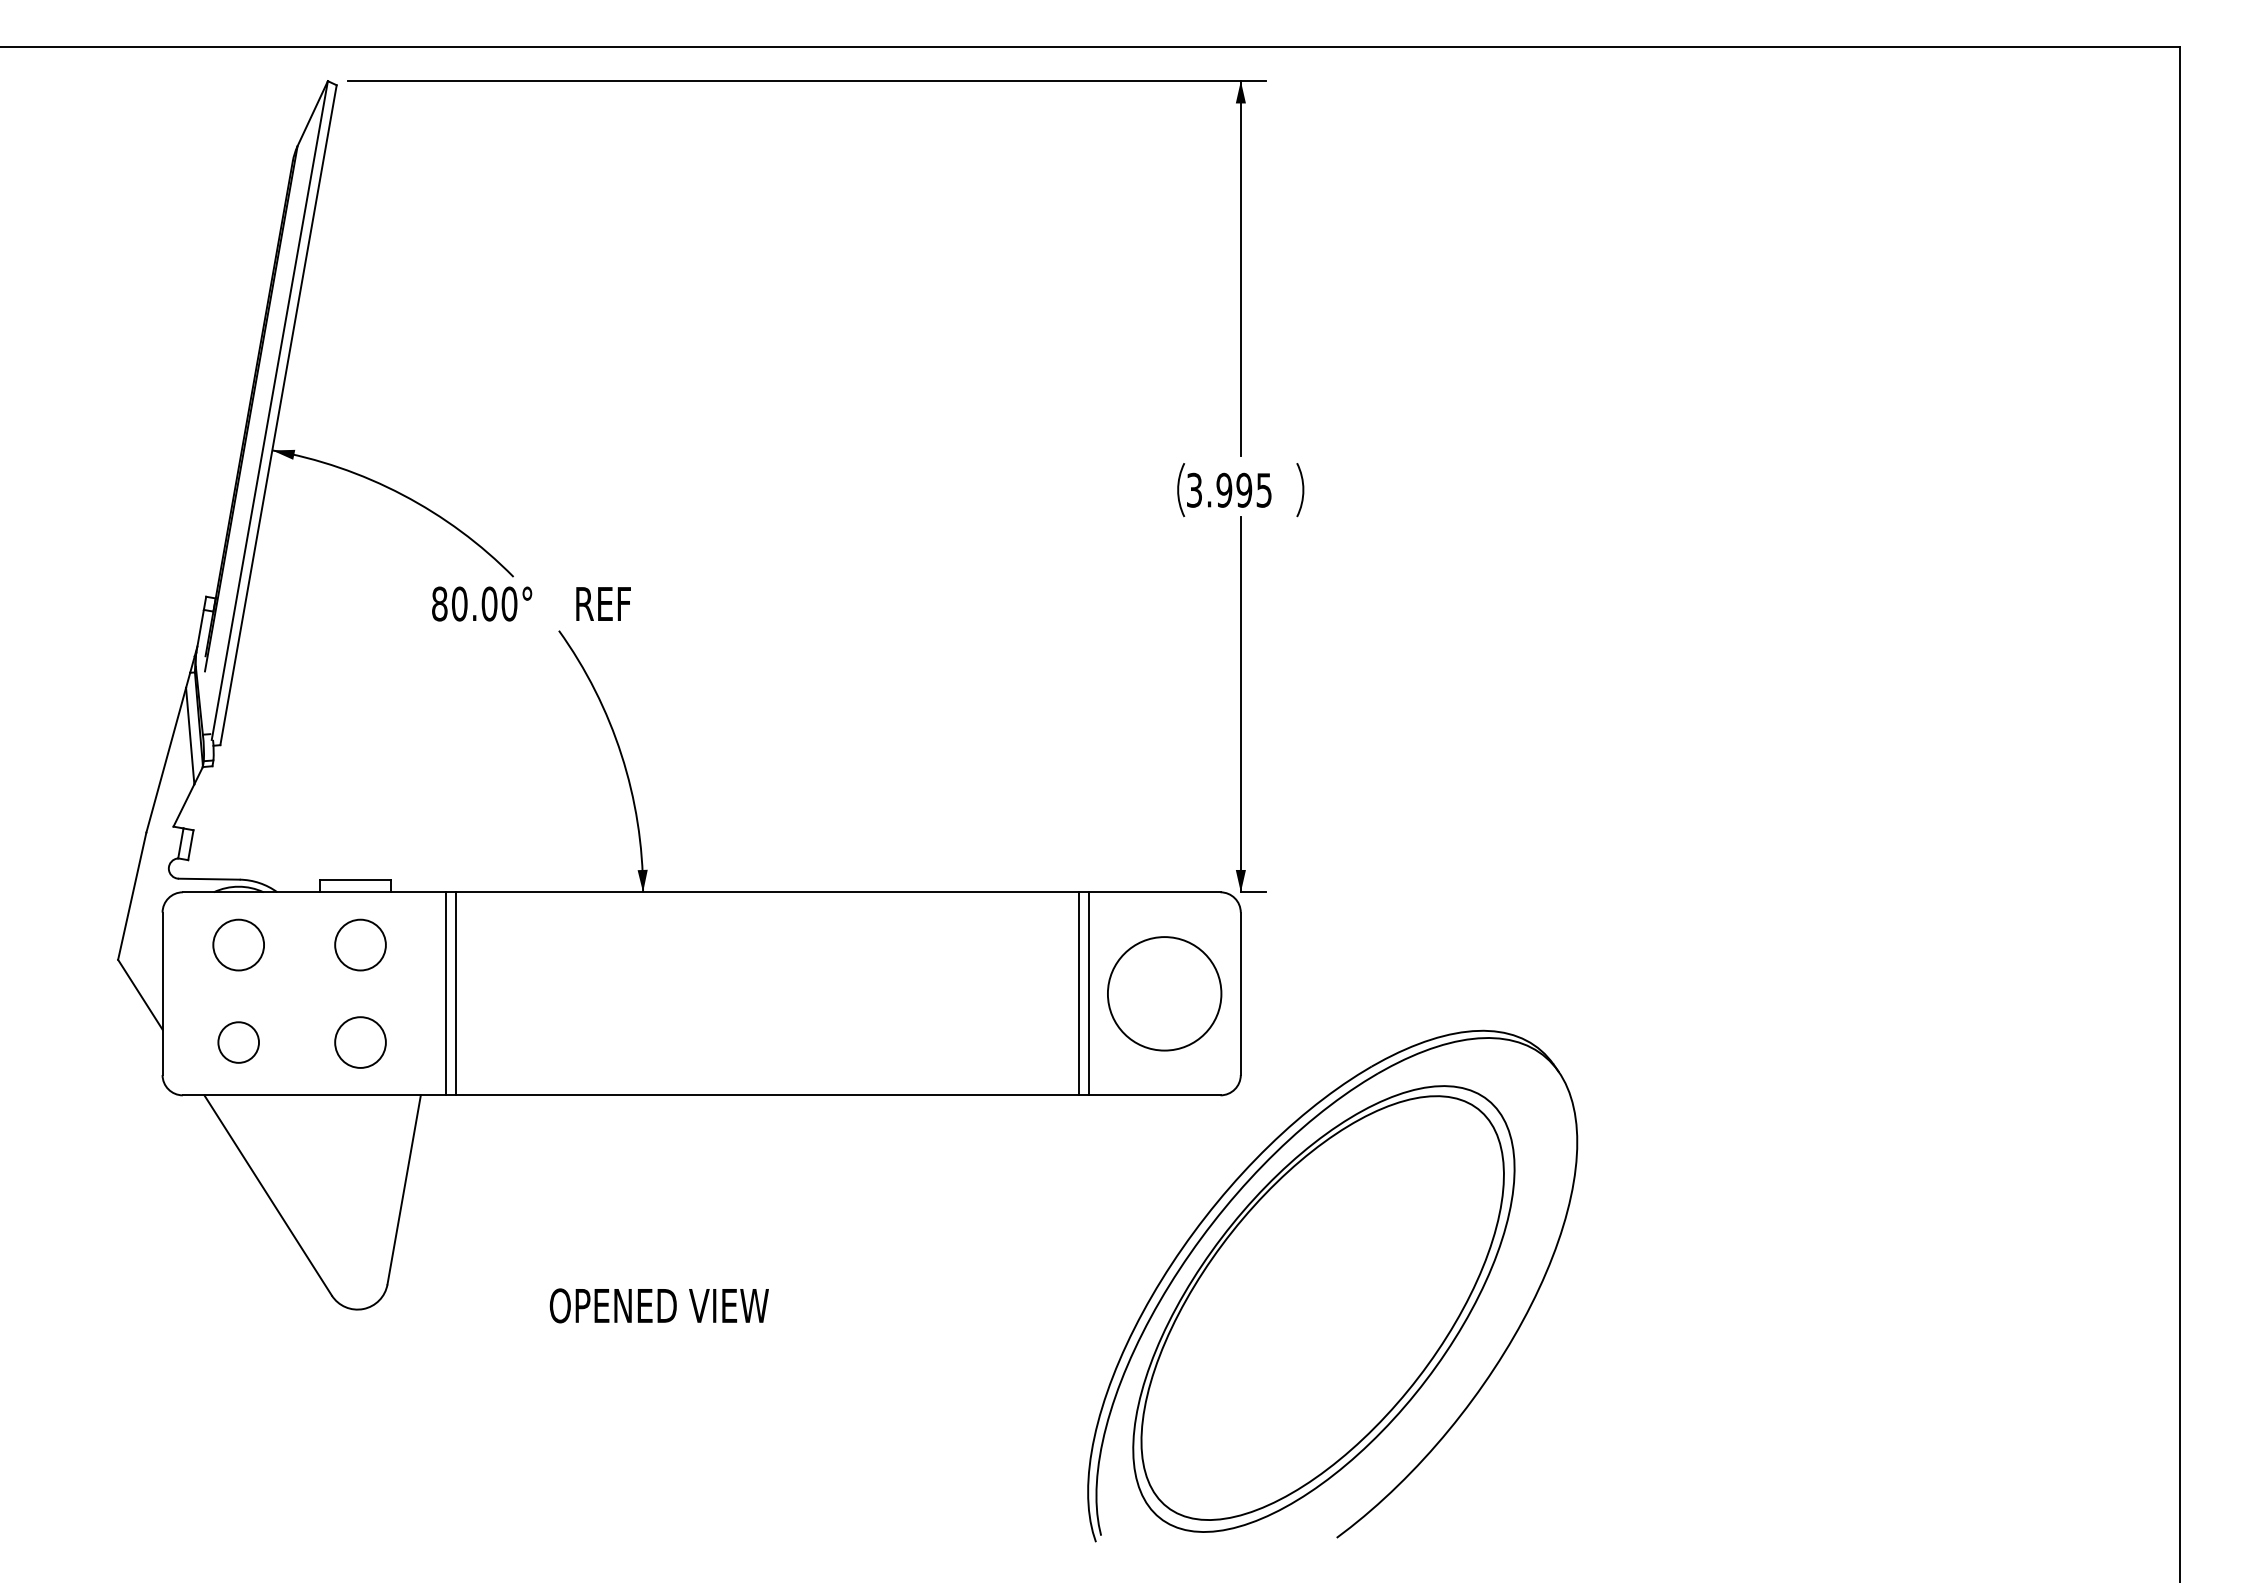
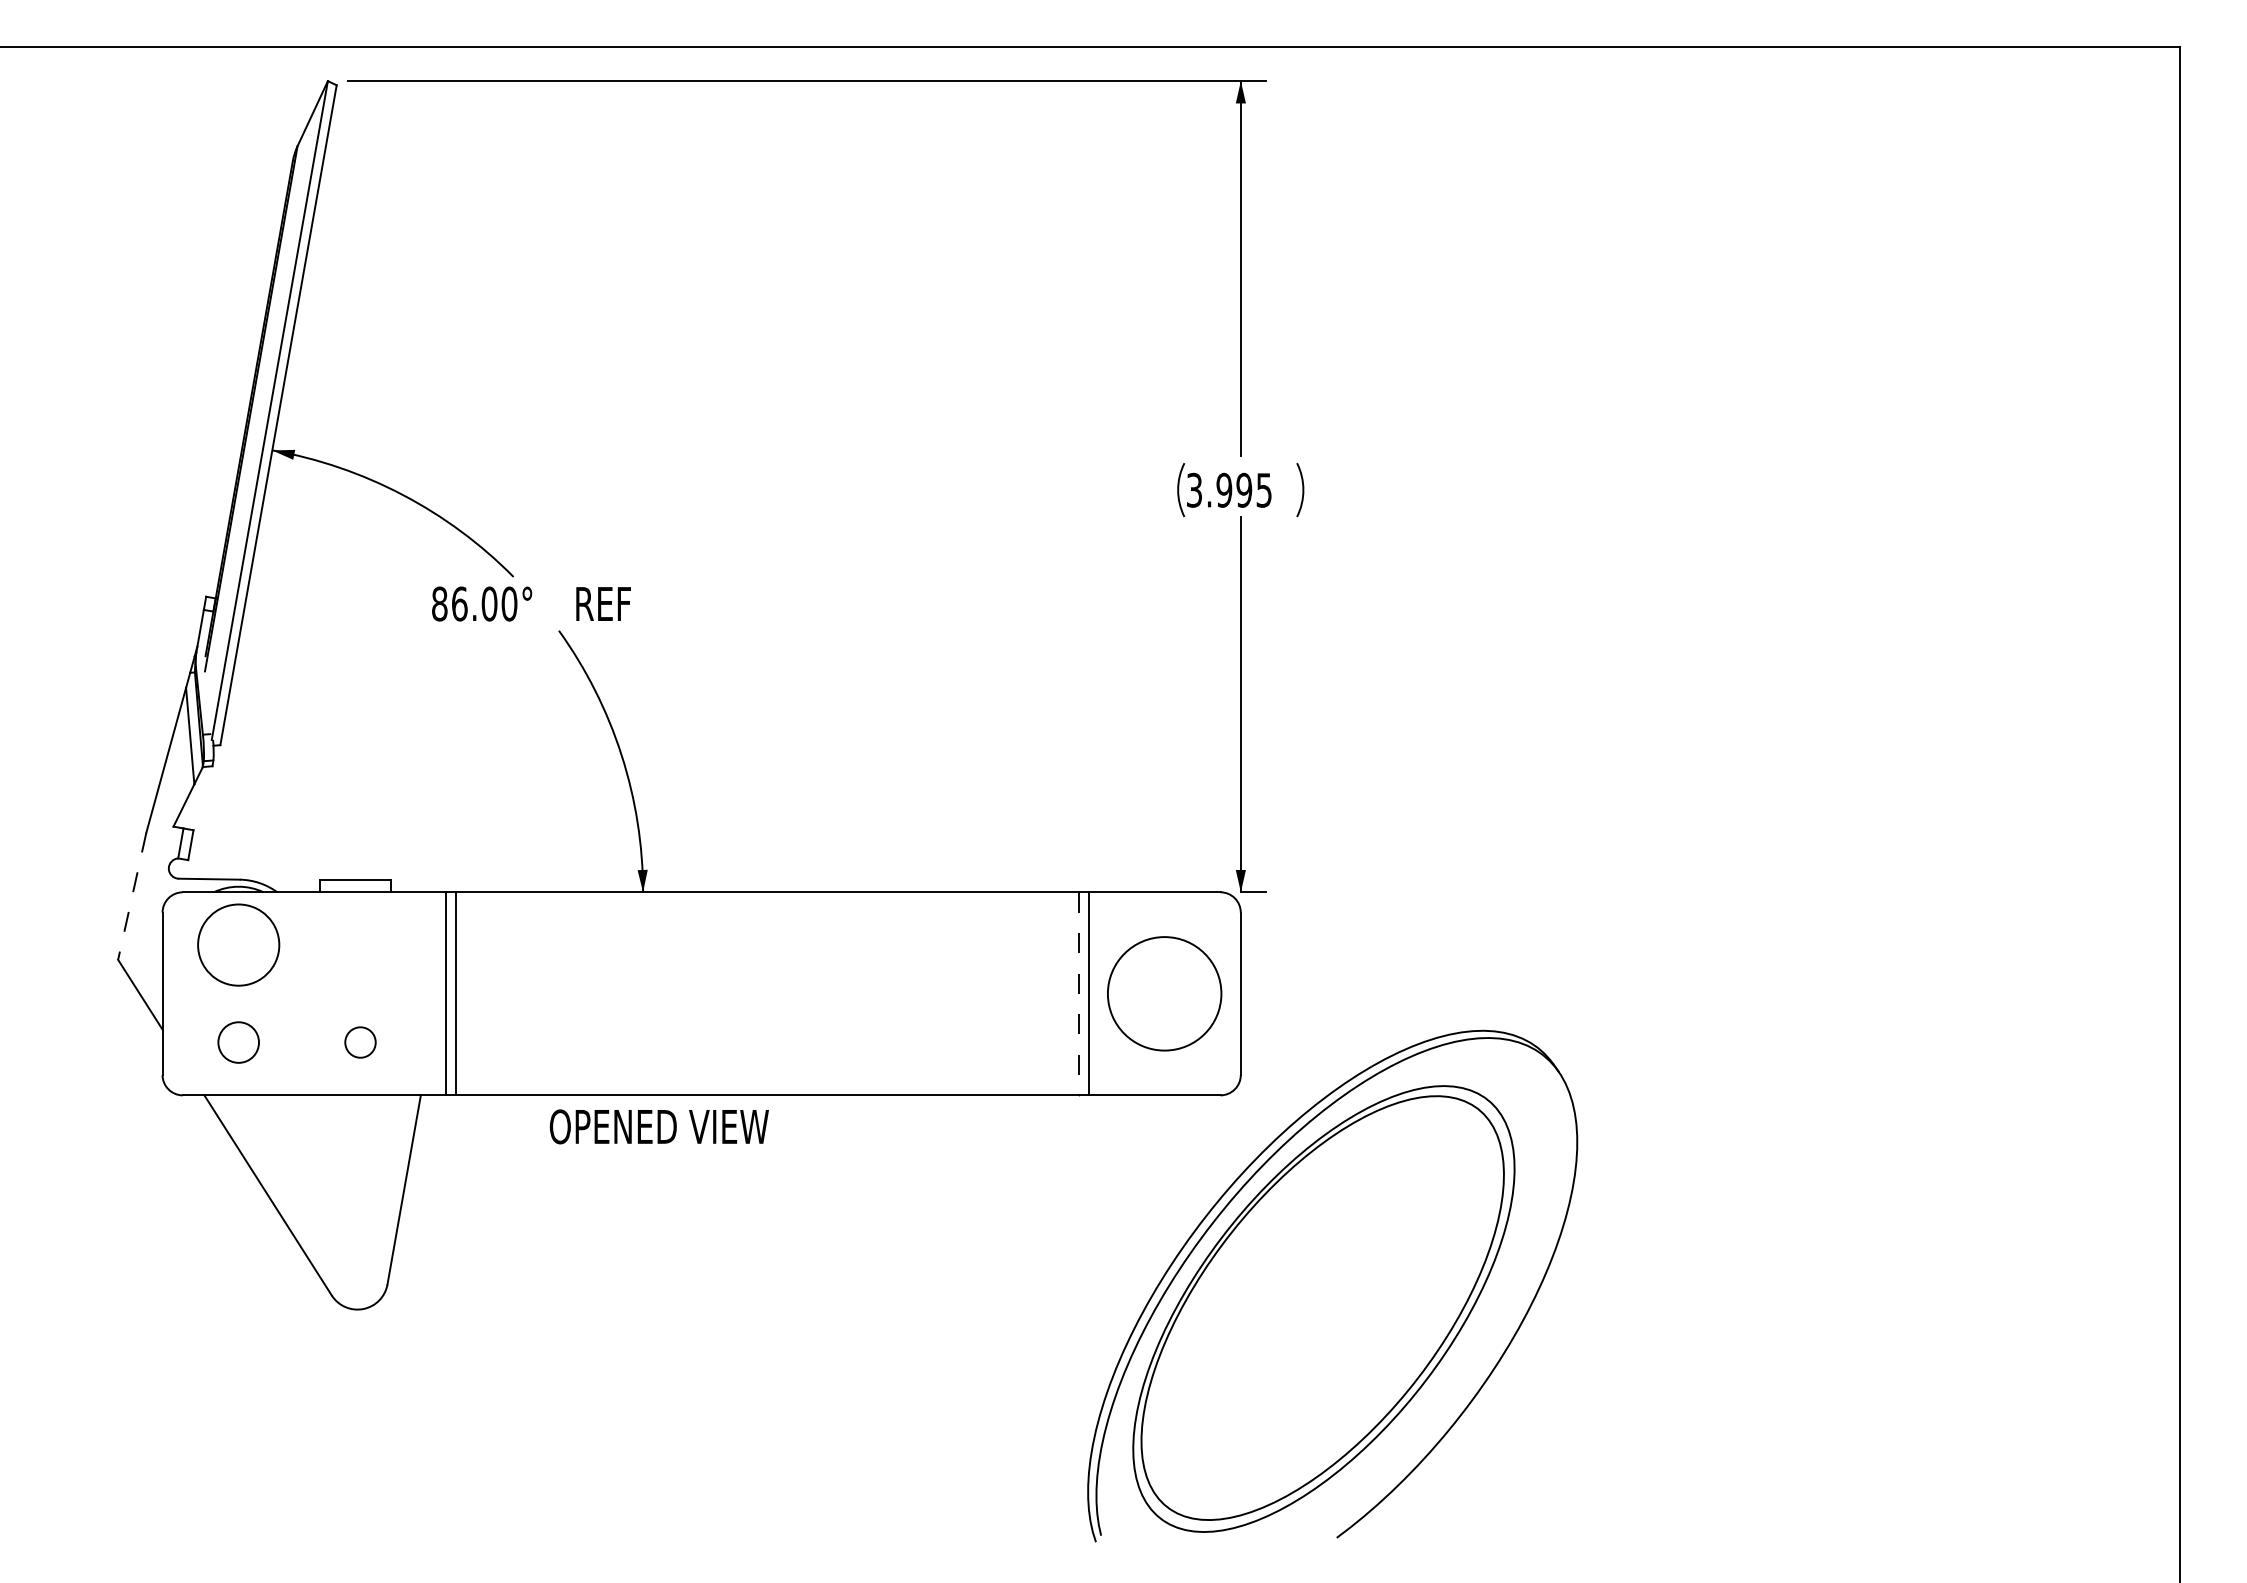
text at (459, 603): 80.00° -> 86.00°
line at (132, 896): solid -> dashed
circle at (238, 944) diameter: 51 px -> 81 px
circle at (360, 944): present -> none
line at (1078, 993): solid -> dashed
circle at (360, 1042) size: 53x53 px -> 33x33 px
text at (658, 1305) position: (658, 1305) -> (658, 1126)
